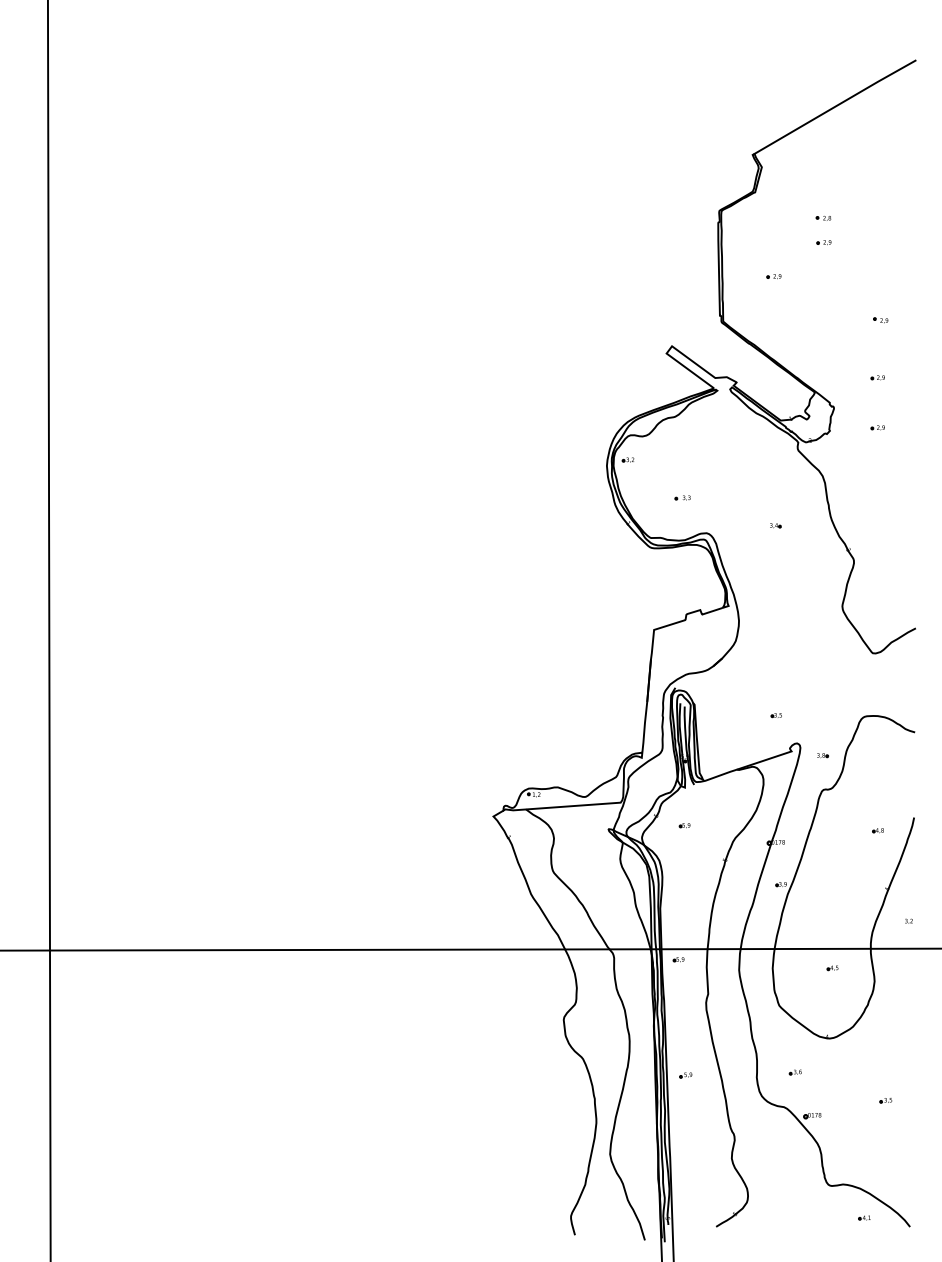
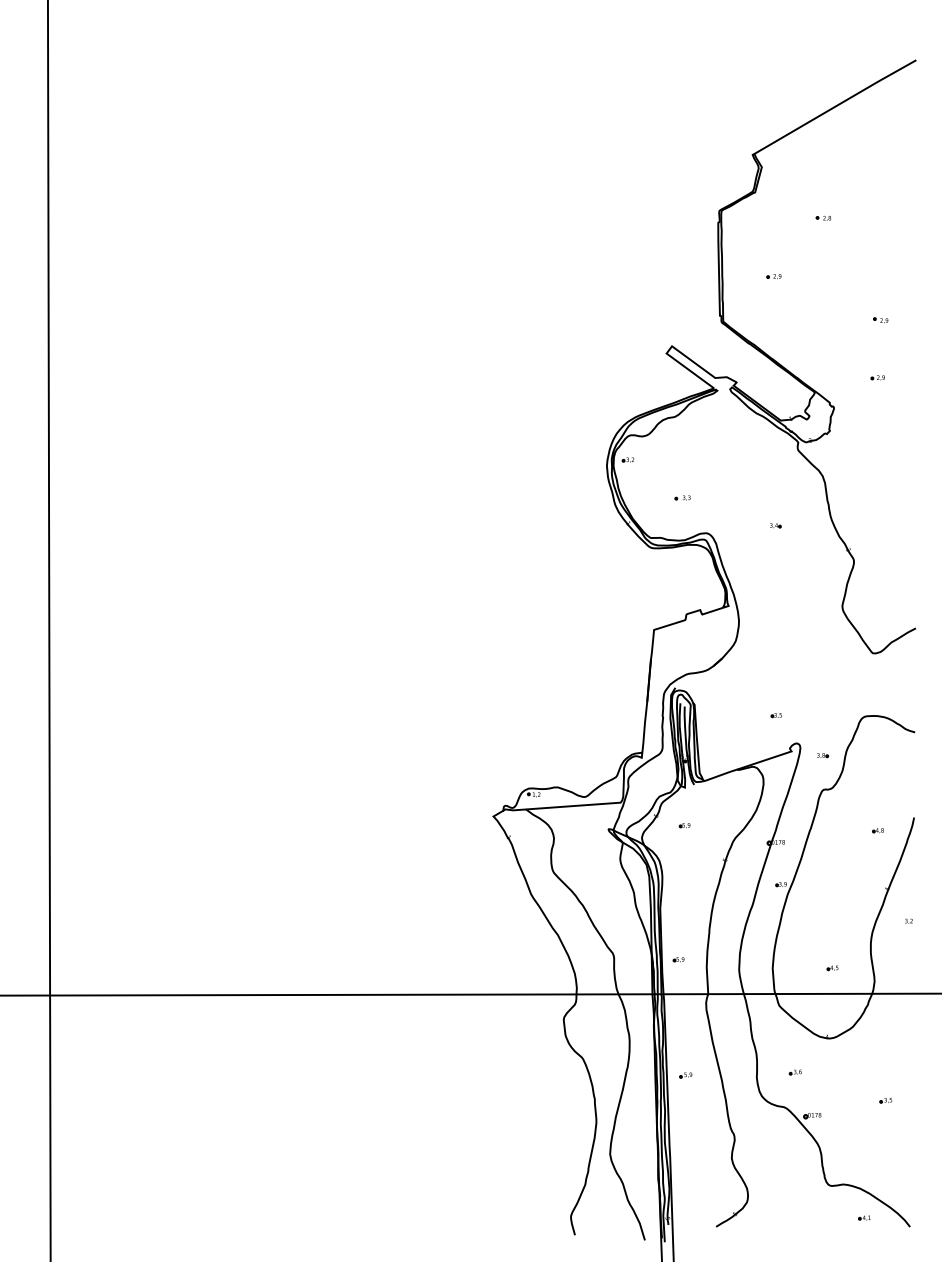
part at (823, 242): present -> none
part at (877, 427): present -> none
line at (470, 949) position: (470, 949) -> (470, 994)
